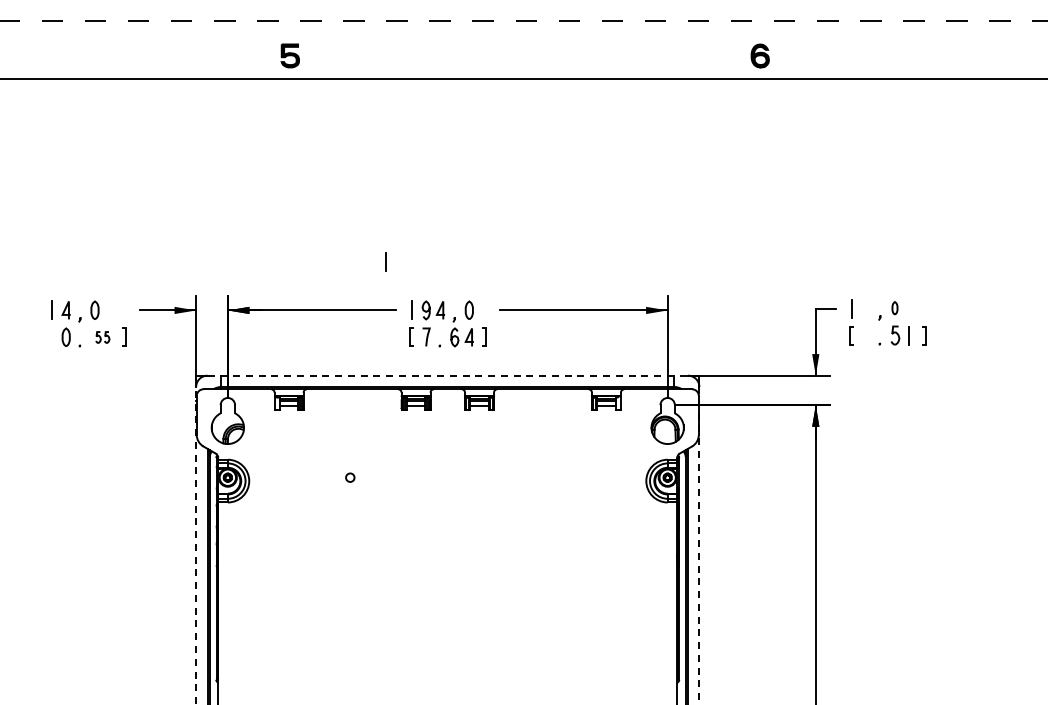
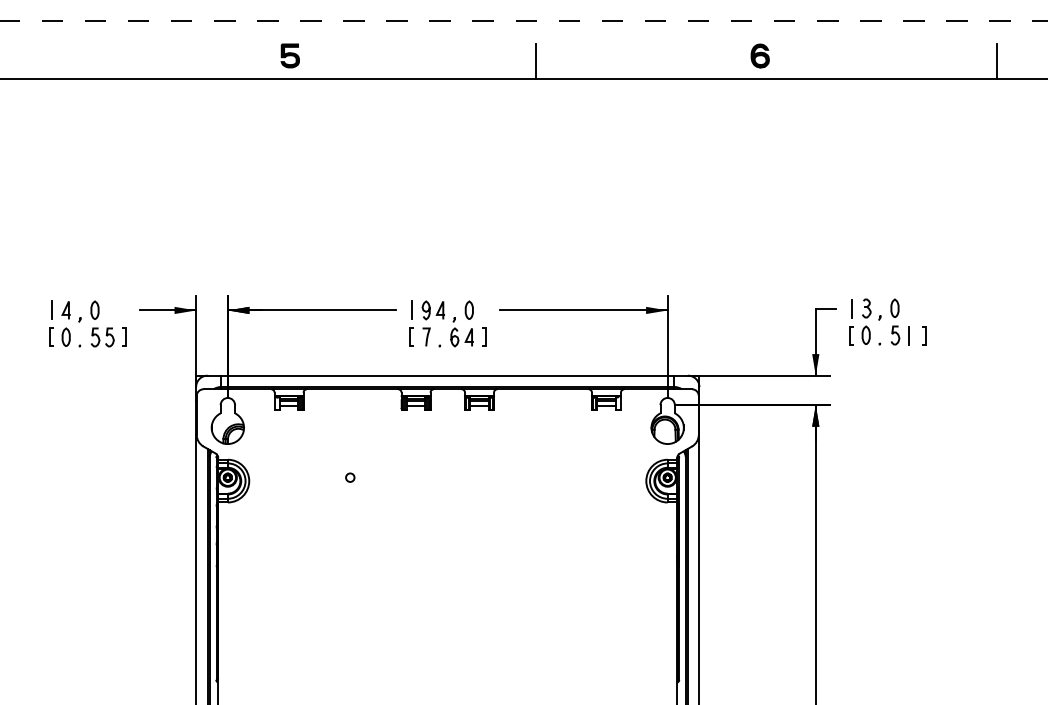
line at (536, 61): none -> present
line at (997, 61): none -> present
line at (385, 261): present -> none
part at (894, 308) size: 8x15 px -> 10x20 px
part at (866, 321): none -> present
line at (50, 336): none -> present
part at (102, 337) size: 16x13 px -> 24x21 px
line at (448, 375): dashed -> solid
line at (196, 545): dashed -> solid
line at (699, 545): dashed -> solid
